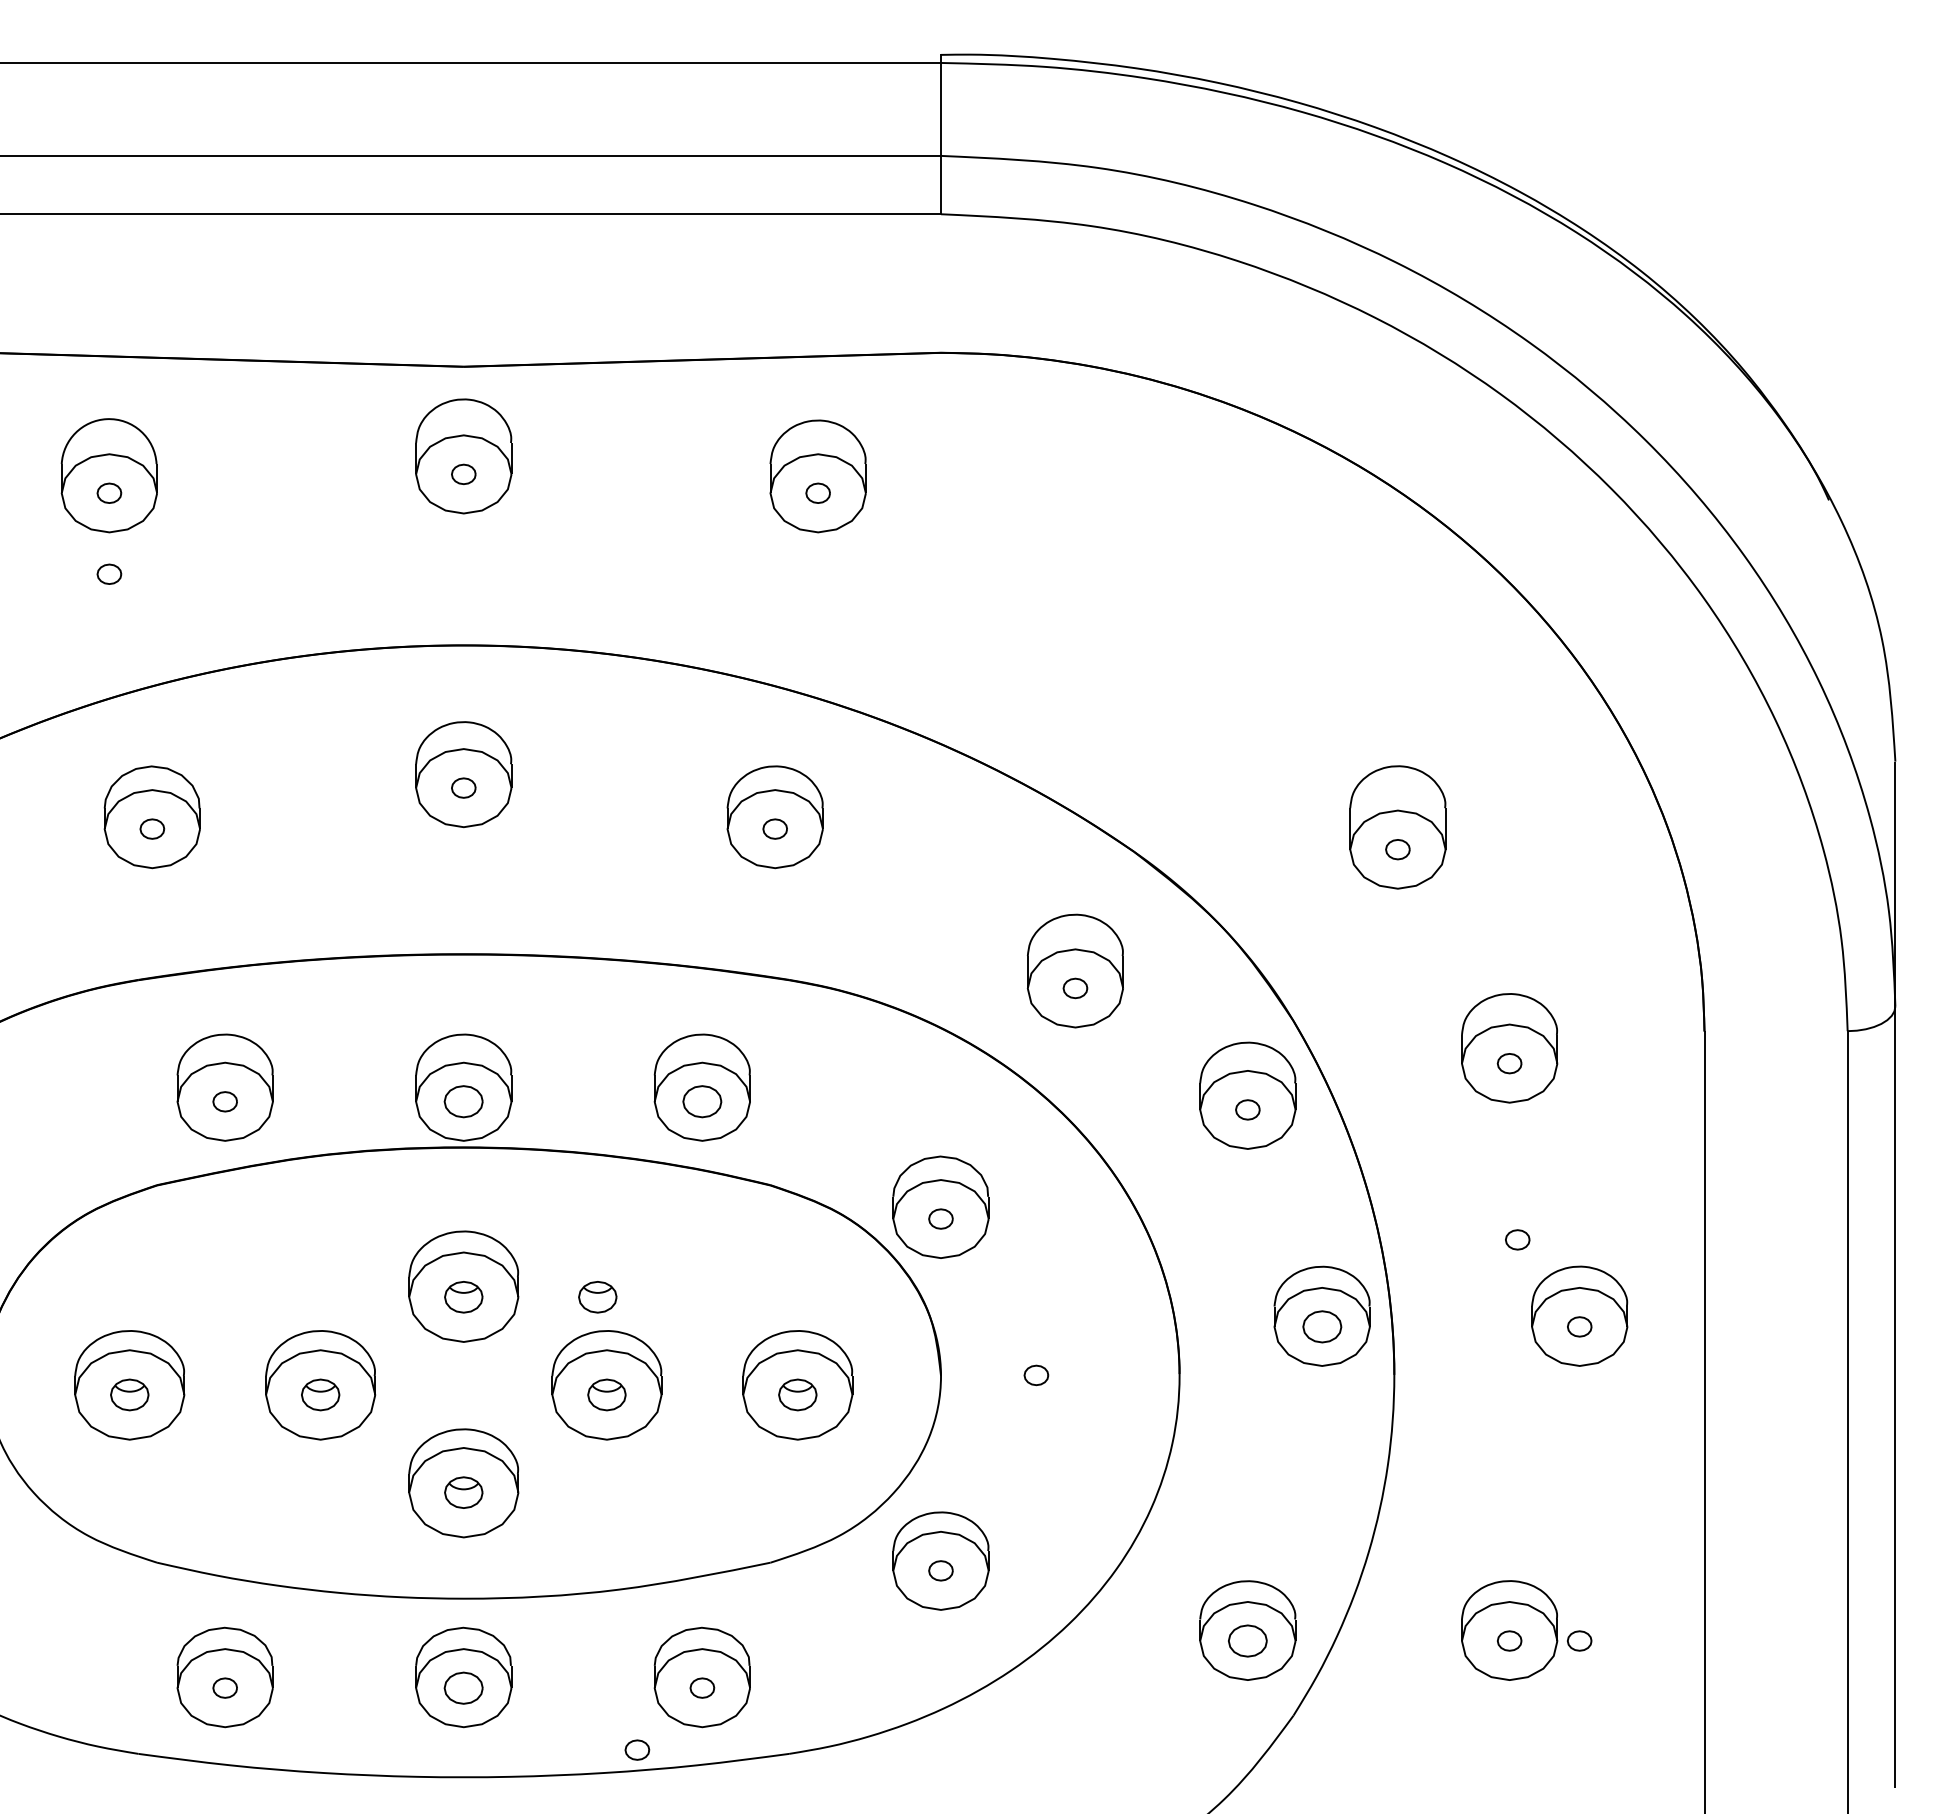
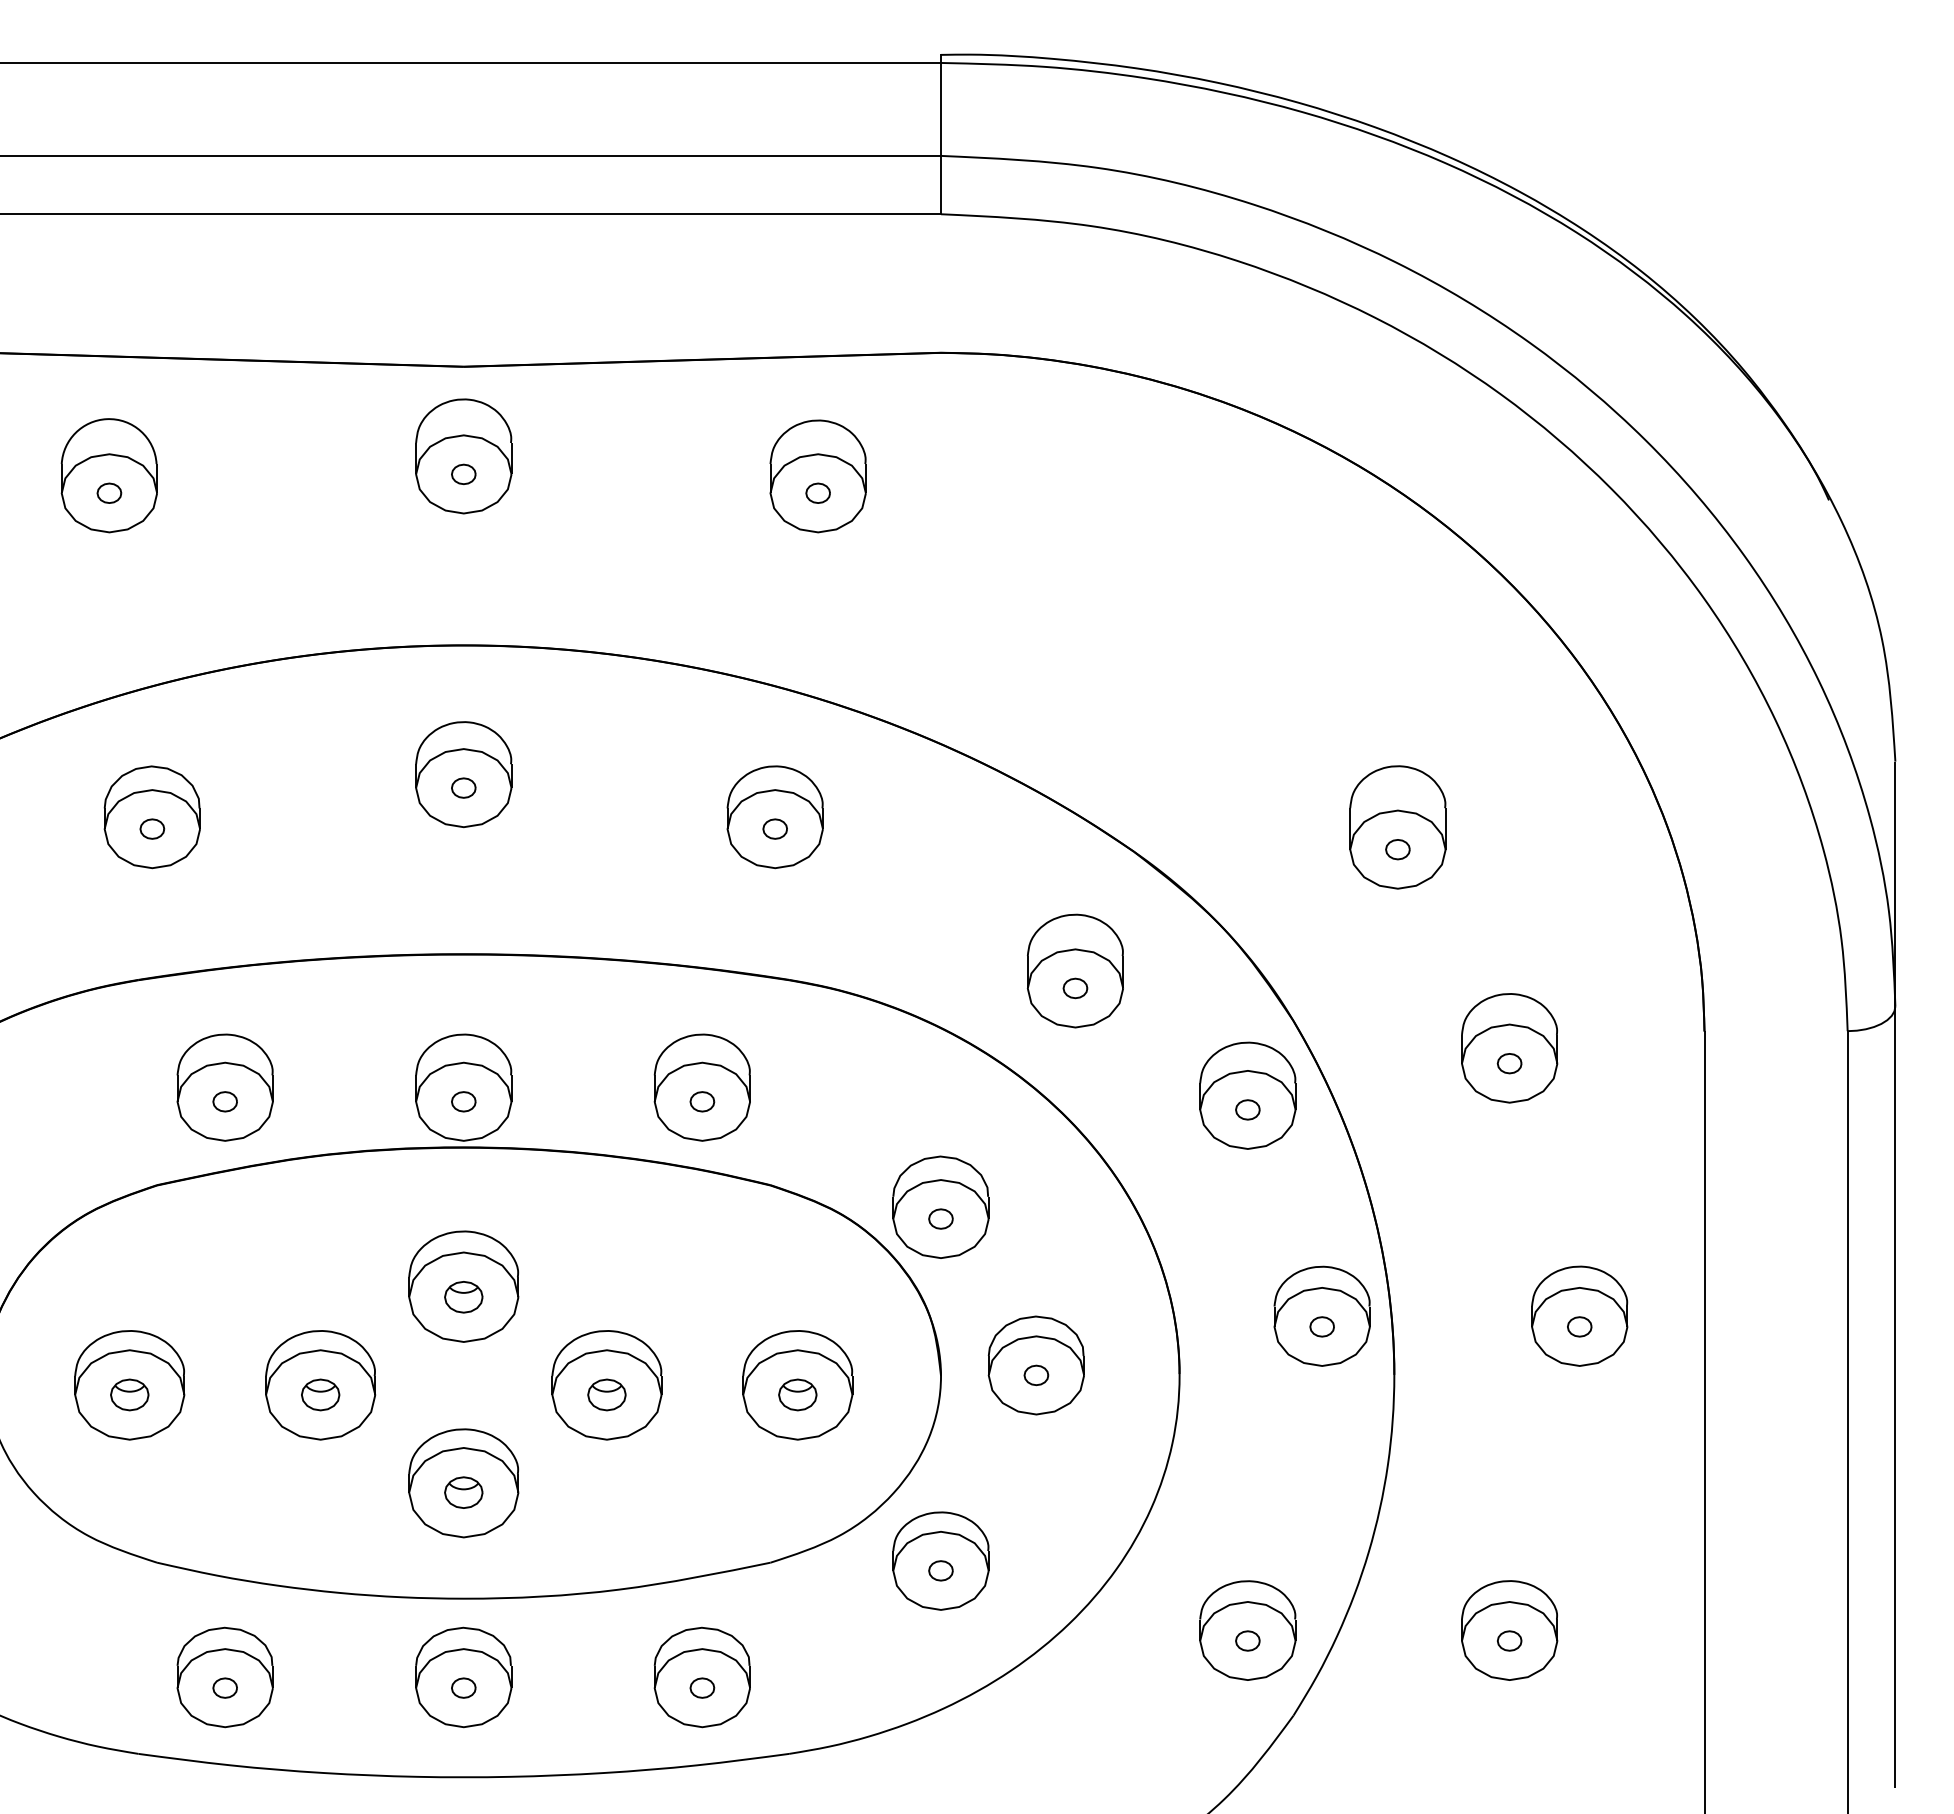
part at (109, 573): present -> none
part at (463, 1101) size: 41x34 px -> 26x22 px
part at (702, 1101) size: 41x34 px -> 27x22 px
part at (1517, 1239): present -> none
part at (597, 1297): present -> none
part at (1322, 1326) size: 41x34 px -> 26x22 px
part at (1035, 1365): none -> present
part at (1247, 1640) size: 40x34 px -> 26x22 px
part at (1579, 1640): present -> none
part at (463, 1687) size: 41x34 px -> 26x22 px
part at (637, 1749): present -> none
